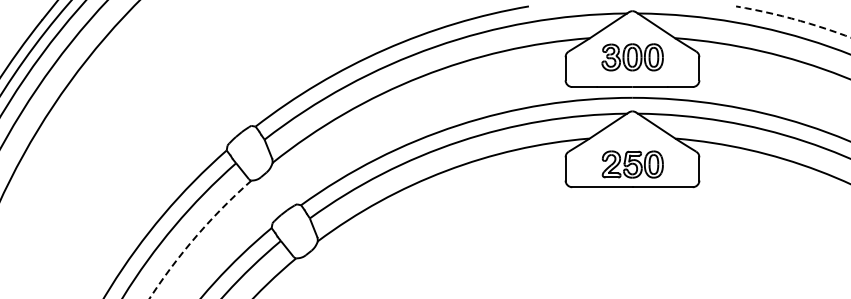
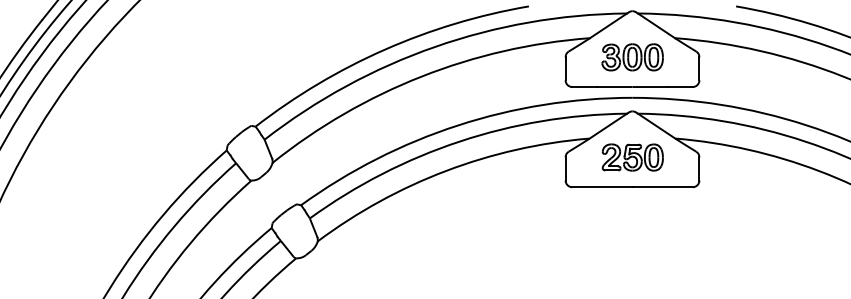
arc at (794, 19): dashed -> solid
part at (632, 164) position: (632, 164) -> (632, 157)
arc at (195, 237): dashed -> solid
